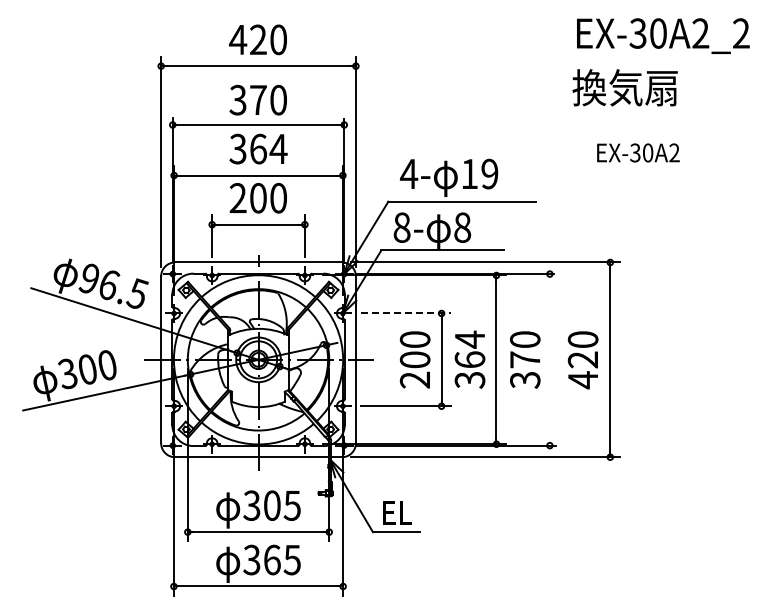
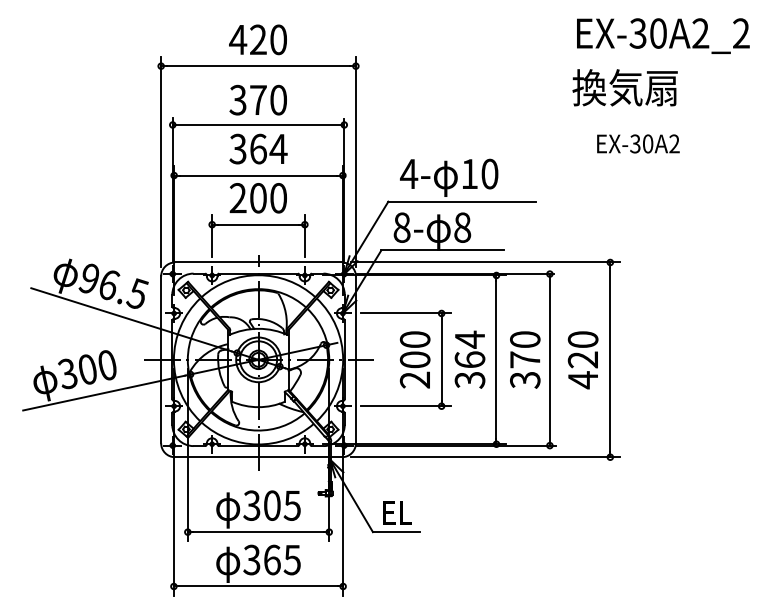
text at (638, 152) position: (638, 152) -> (638, 143)
text at (489, 173): 19 -> 10
line at (406, 313): dashed -> solid
line at (549, 359): none -> present
